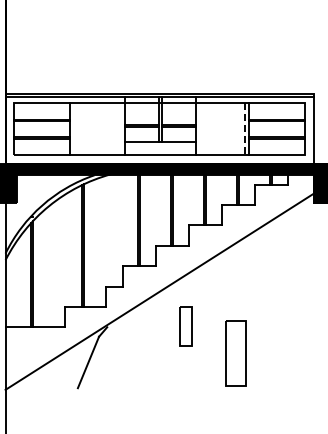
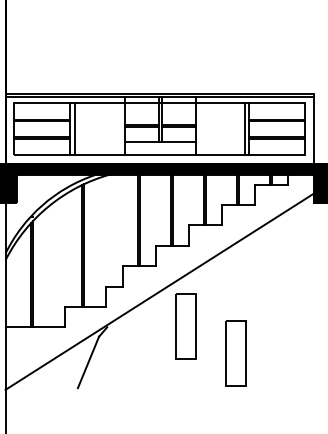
line at (74, 128): none -> present
line at (244, 129): dashed -> solid
part at (185, 326) size: 14x41 px -> 22x67 px
